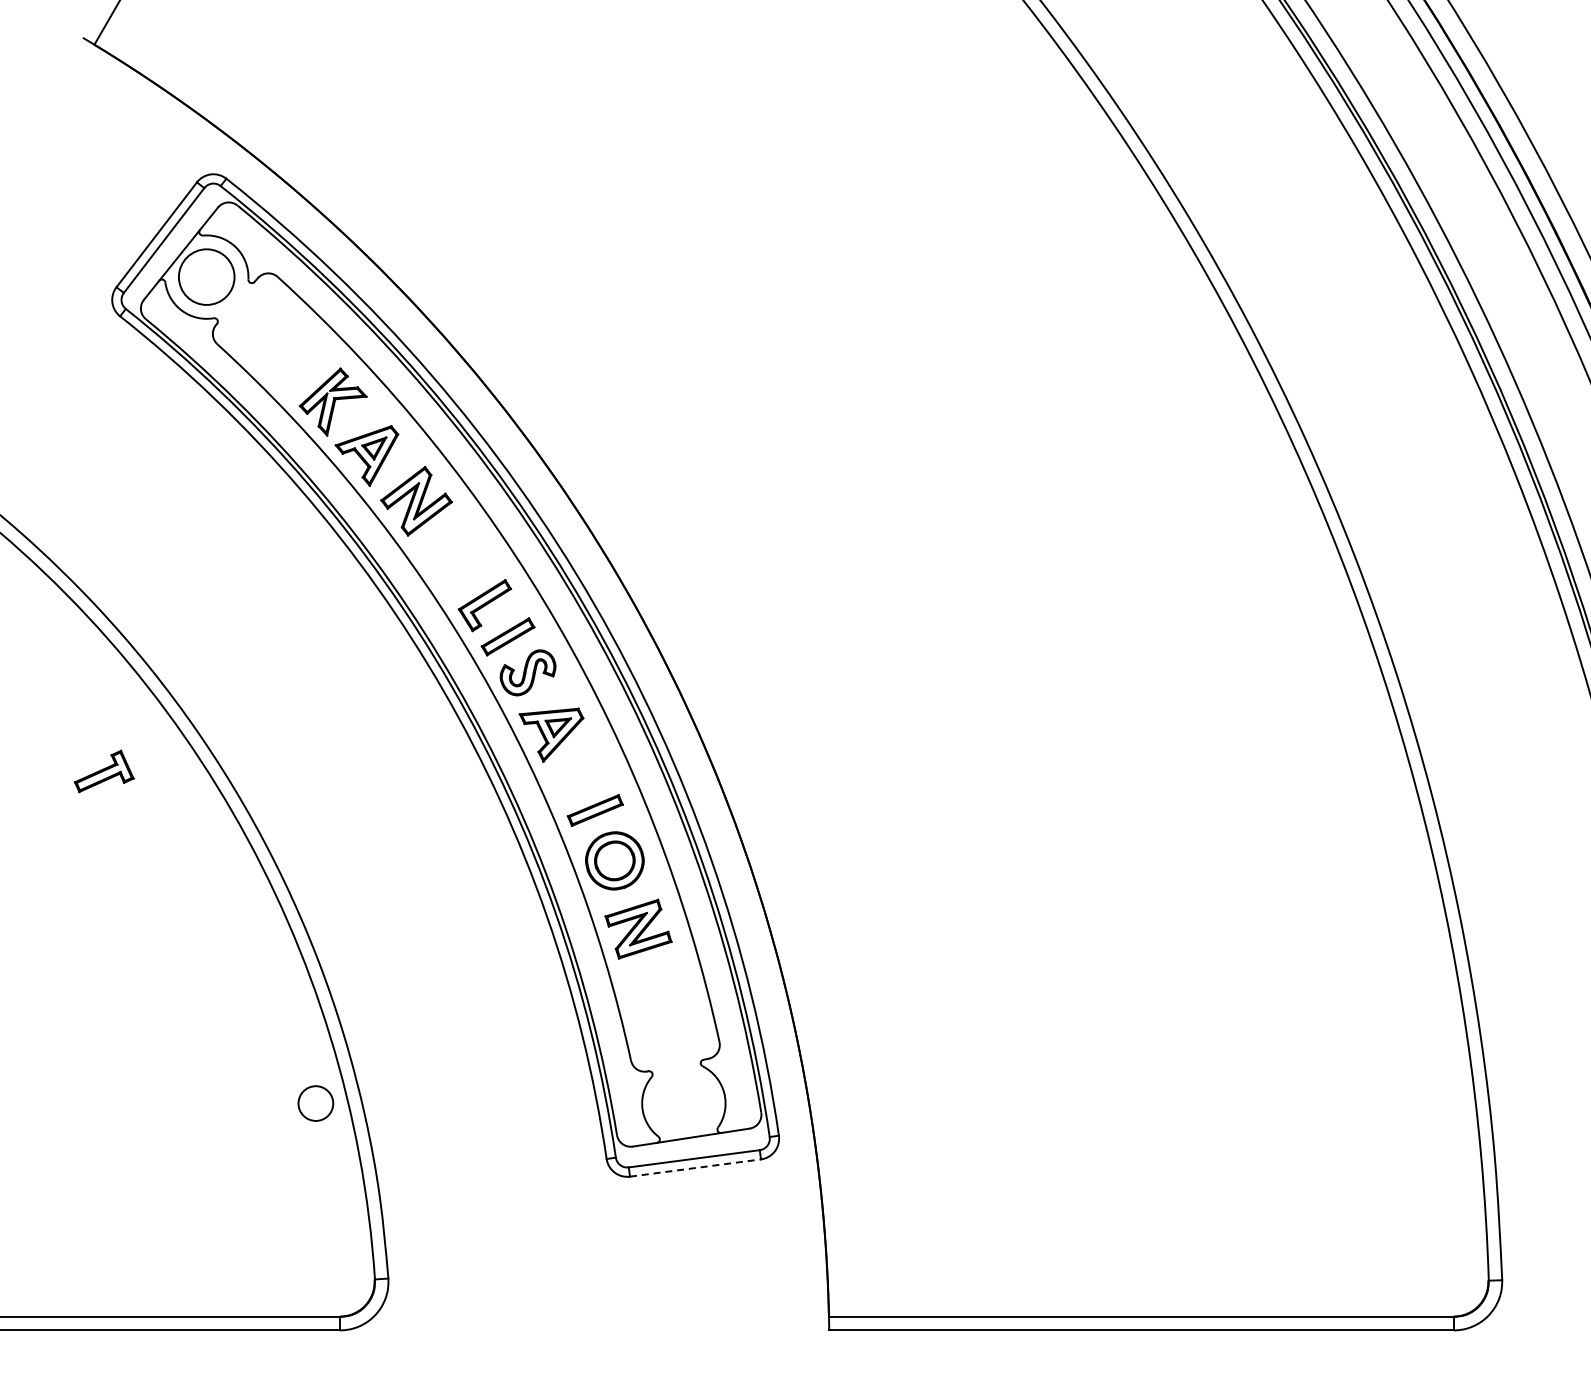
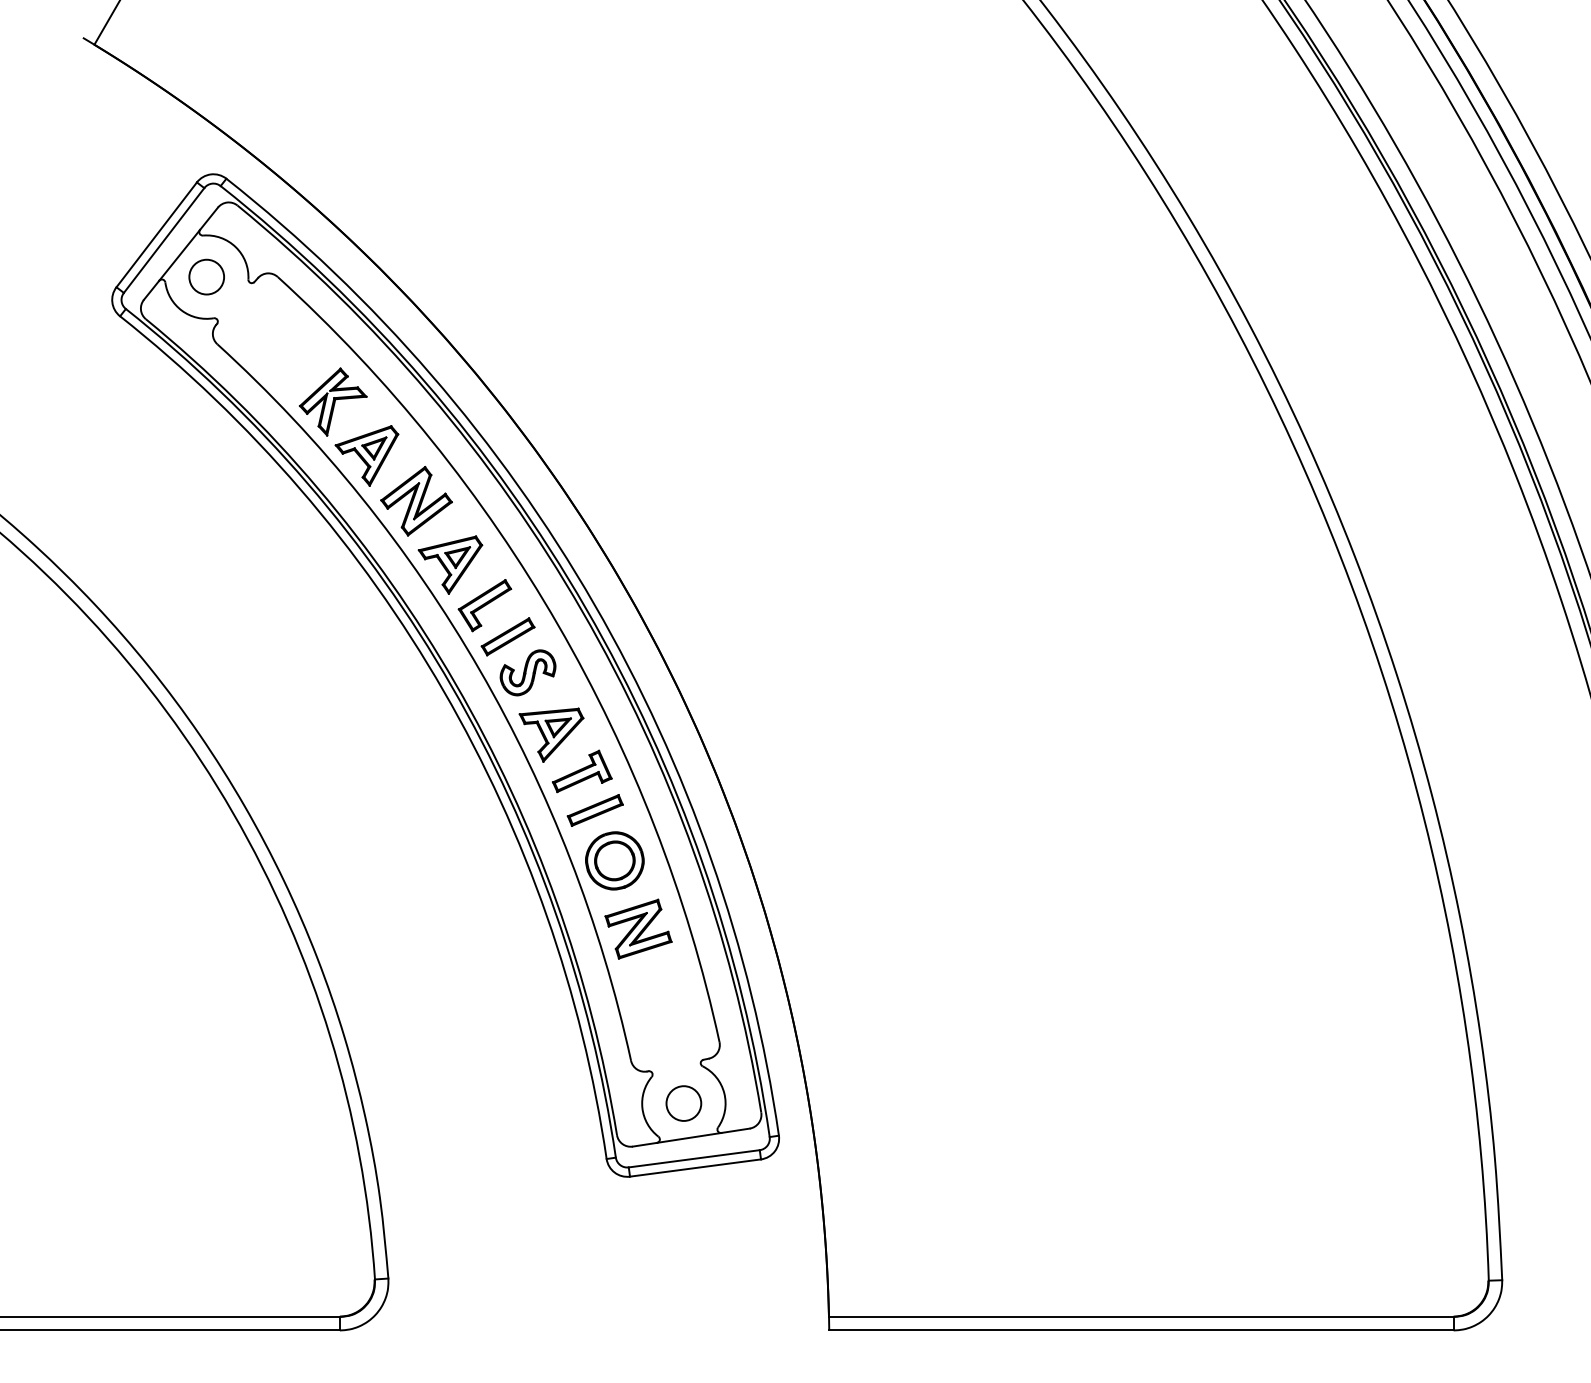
circle at (206, 276) diameter: 56 px -> 35 px
part at (450, 564): none -> present
part at (104, 771) position: (104, 771) -> (582, 771)
circle at (315, 1103) position: (315, 1103) -> (683, 1103)
line at (696, 1167): dashed -> solid
